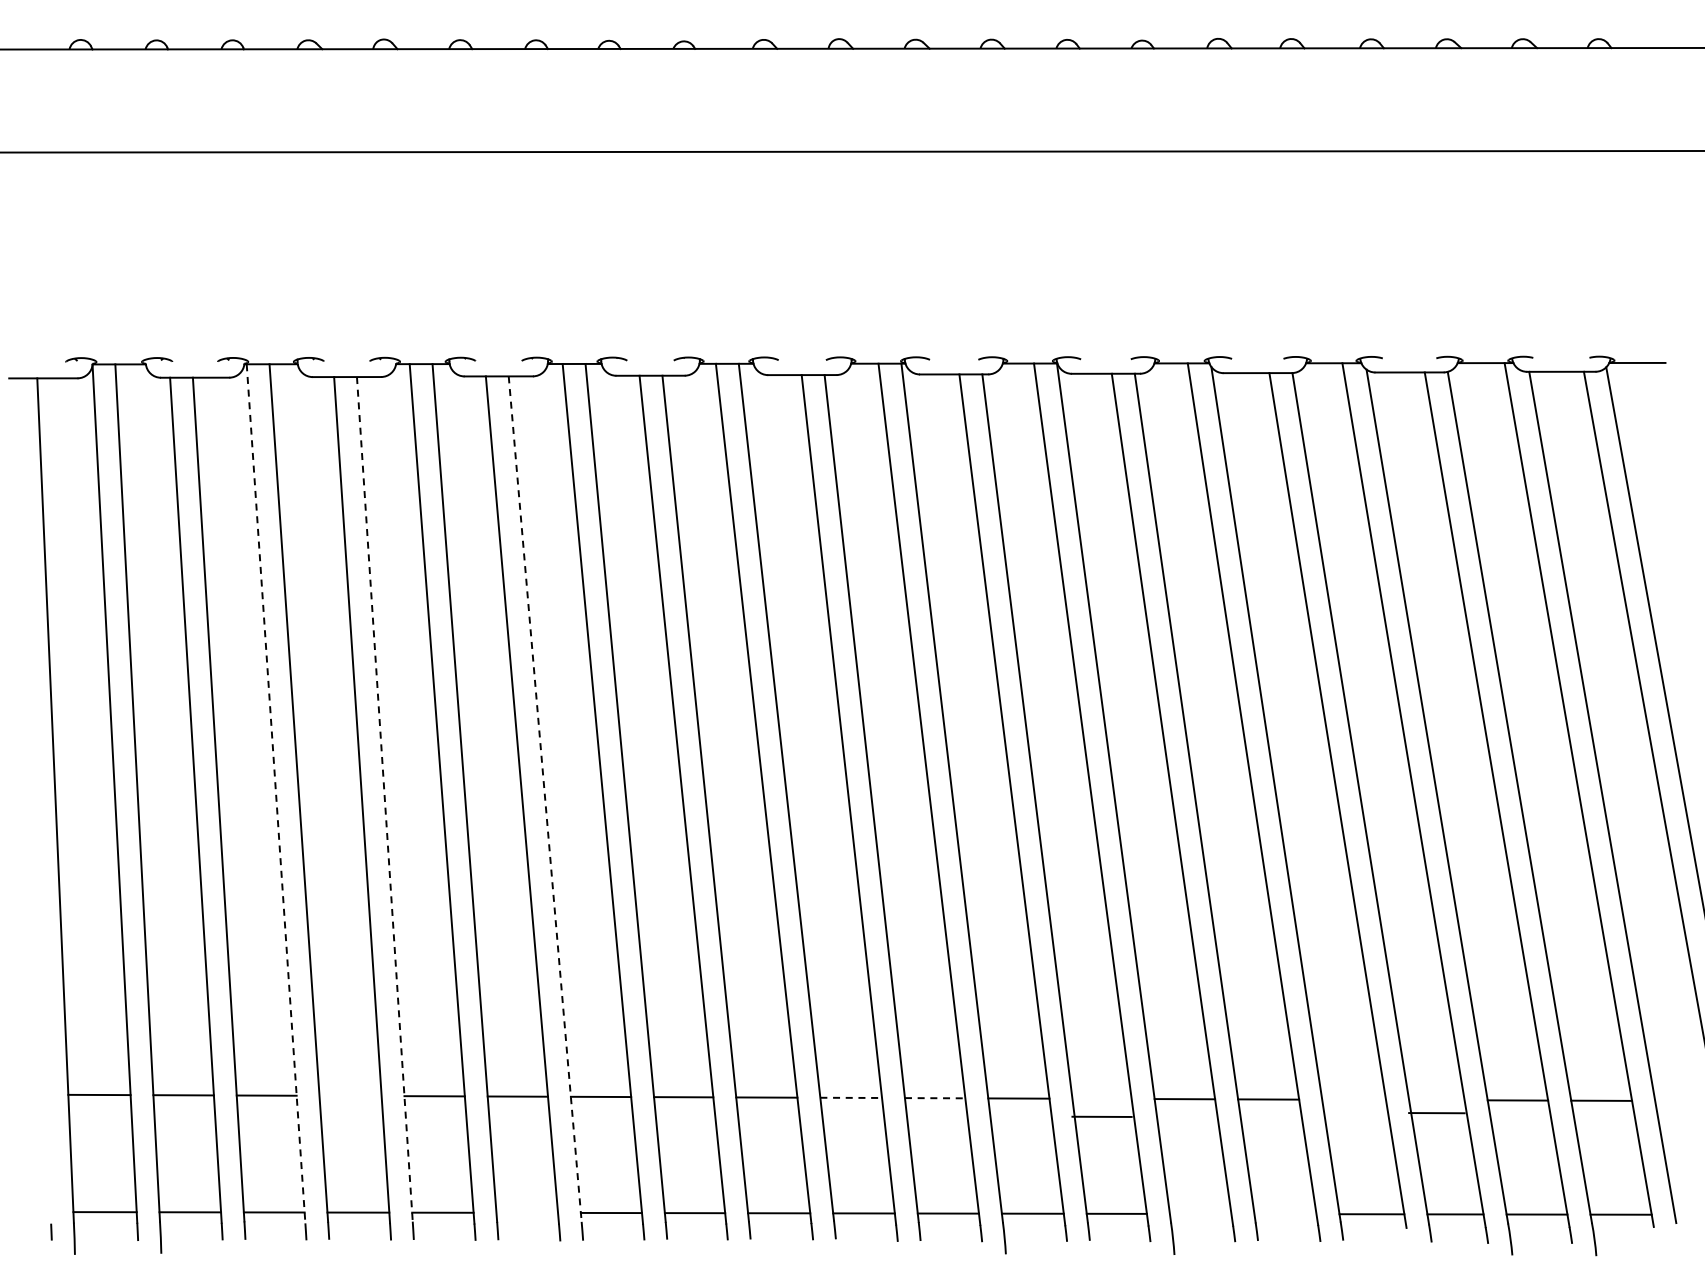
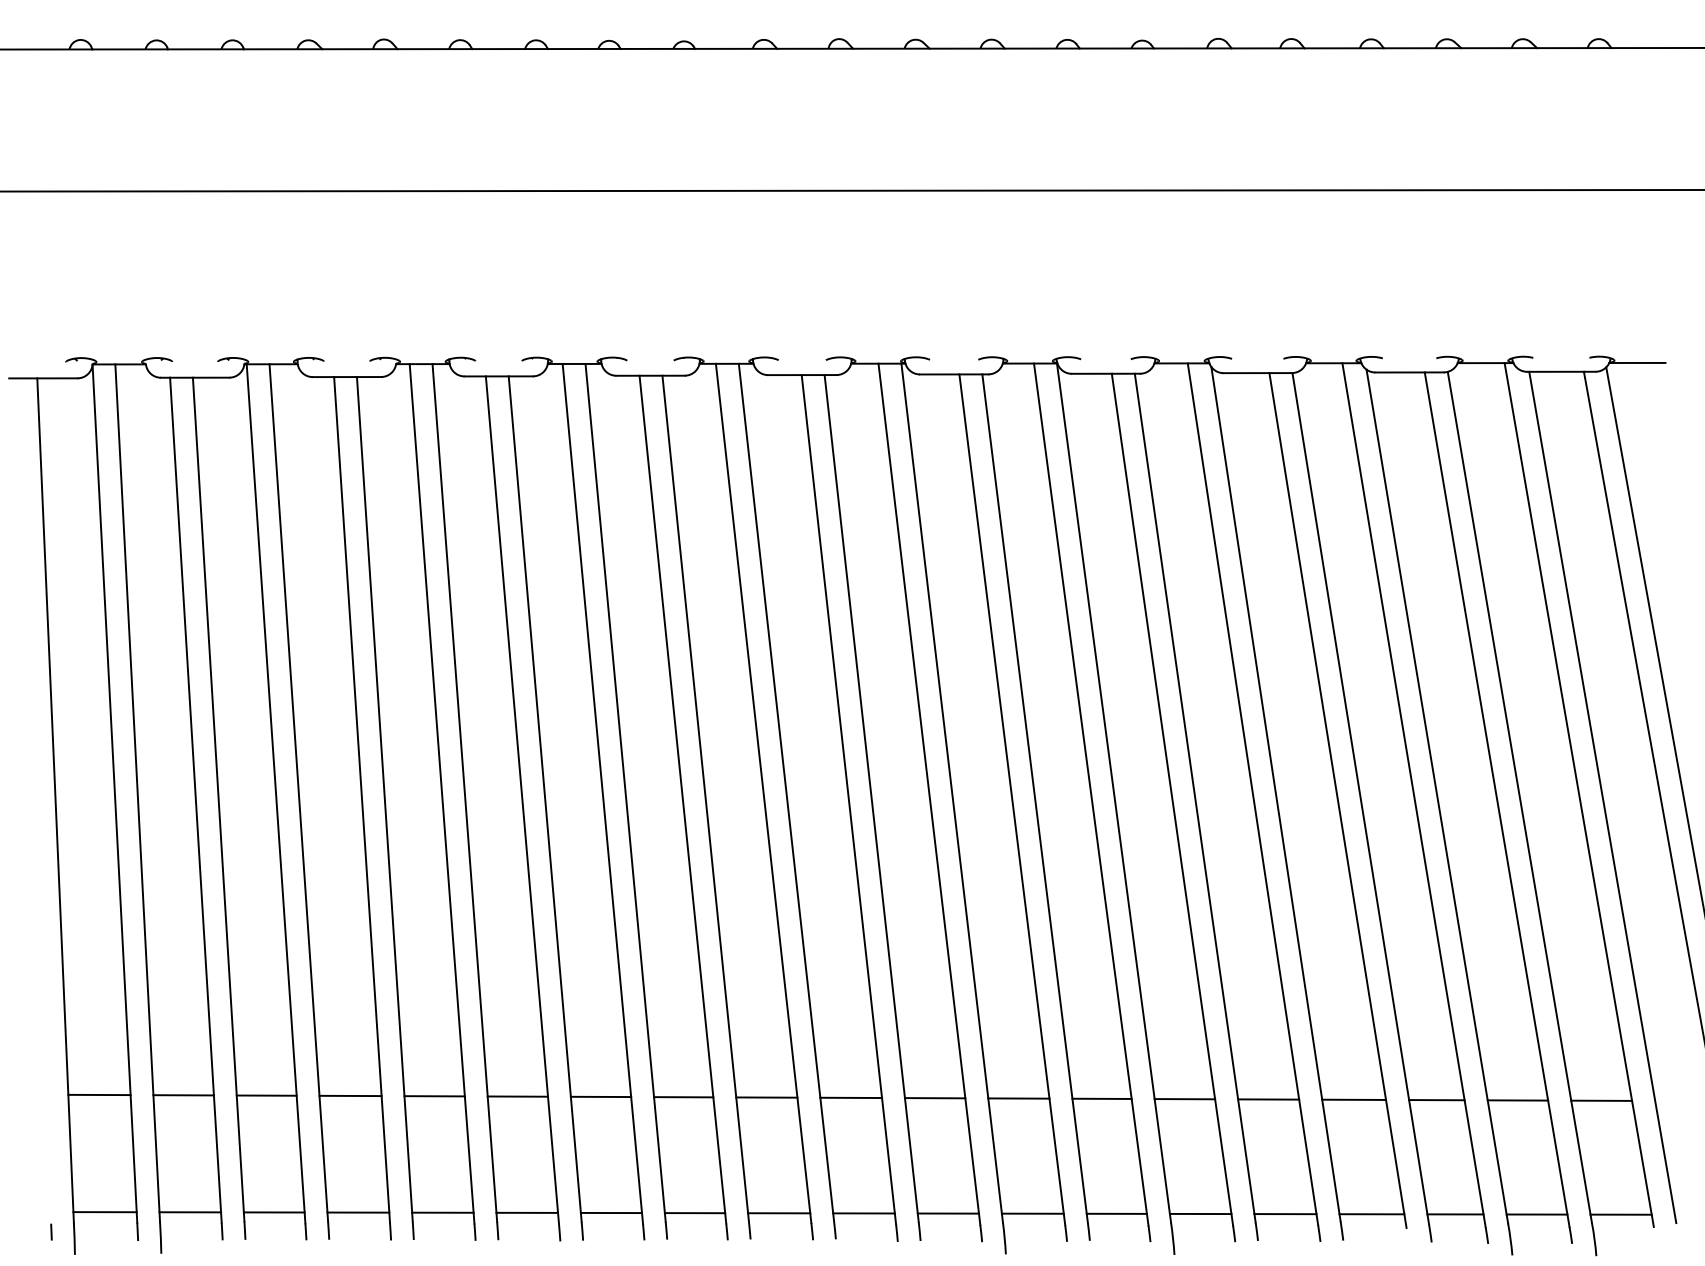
line at (851, 151) position: (851, 151) -> (851, 190)
line at (276, 793): dashed -> solid
line at (384, 799): dashed -> solid
line at (545, 799): dashed -> solid
line at (350, 1095): none -> present
line at (851, 1097): dashed -> solid
line at (935, 1098): dashed -> solid
line at (1354, 1099): none -> present
line at (1436, 1113) position: (1436, 1113) -> (1436, 1100)
line at (1101, 1116) position: (1101, 1116) -> (1101, 1098)
line at (527, 1212): none -> present
line at (1200, 1213): none -> present
line at (1285, 1214): none -> present
